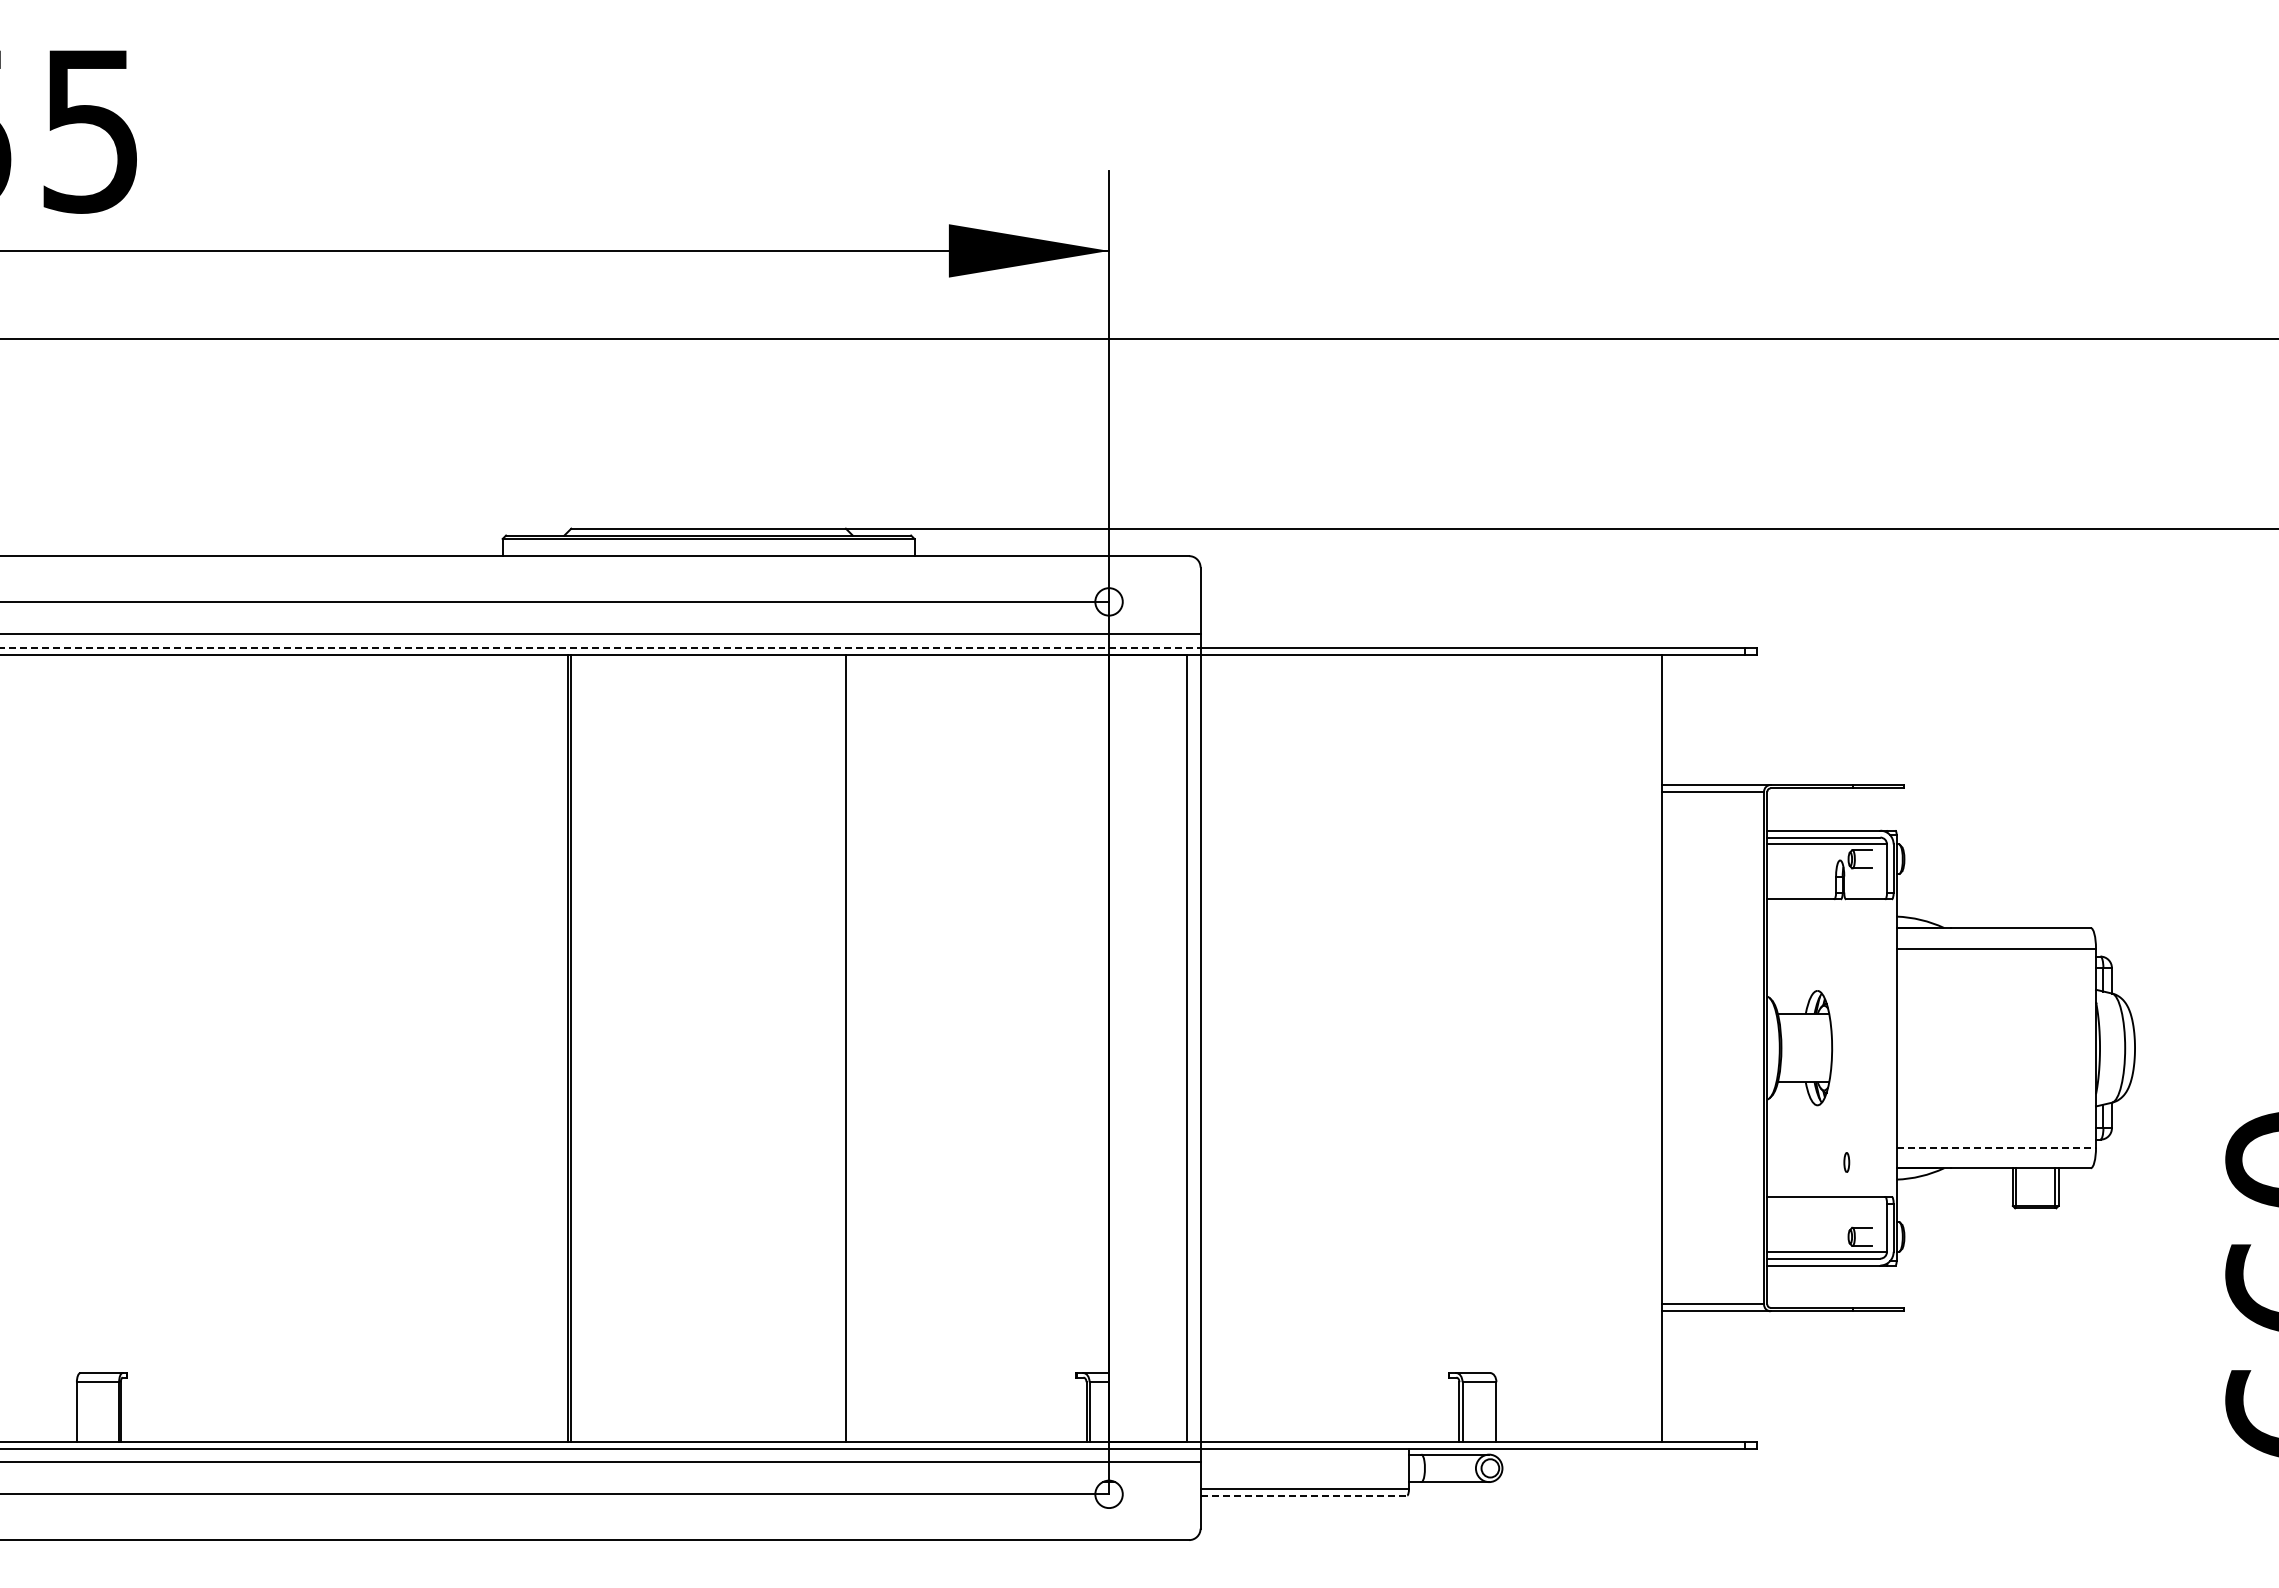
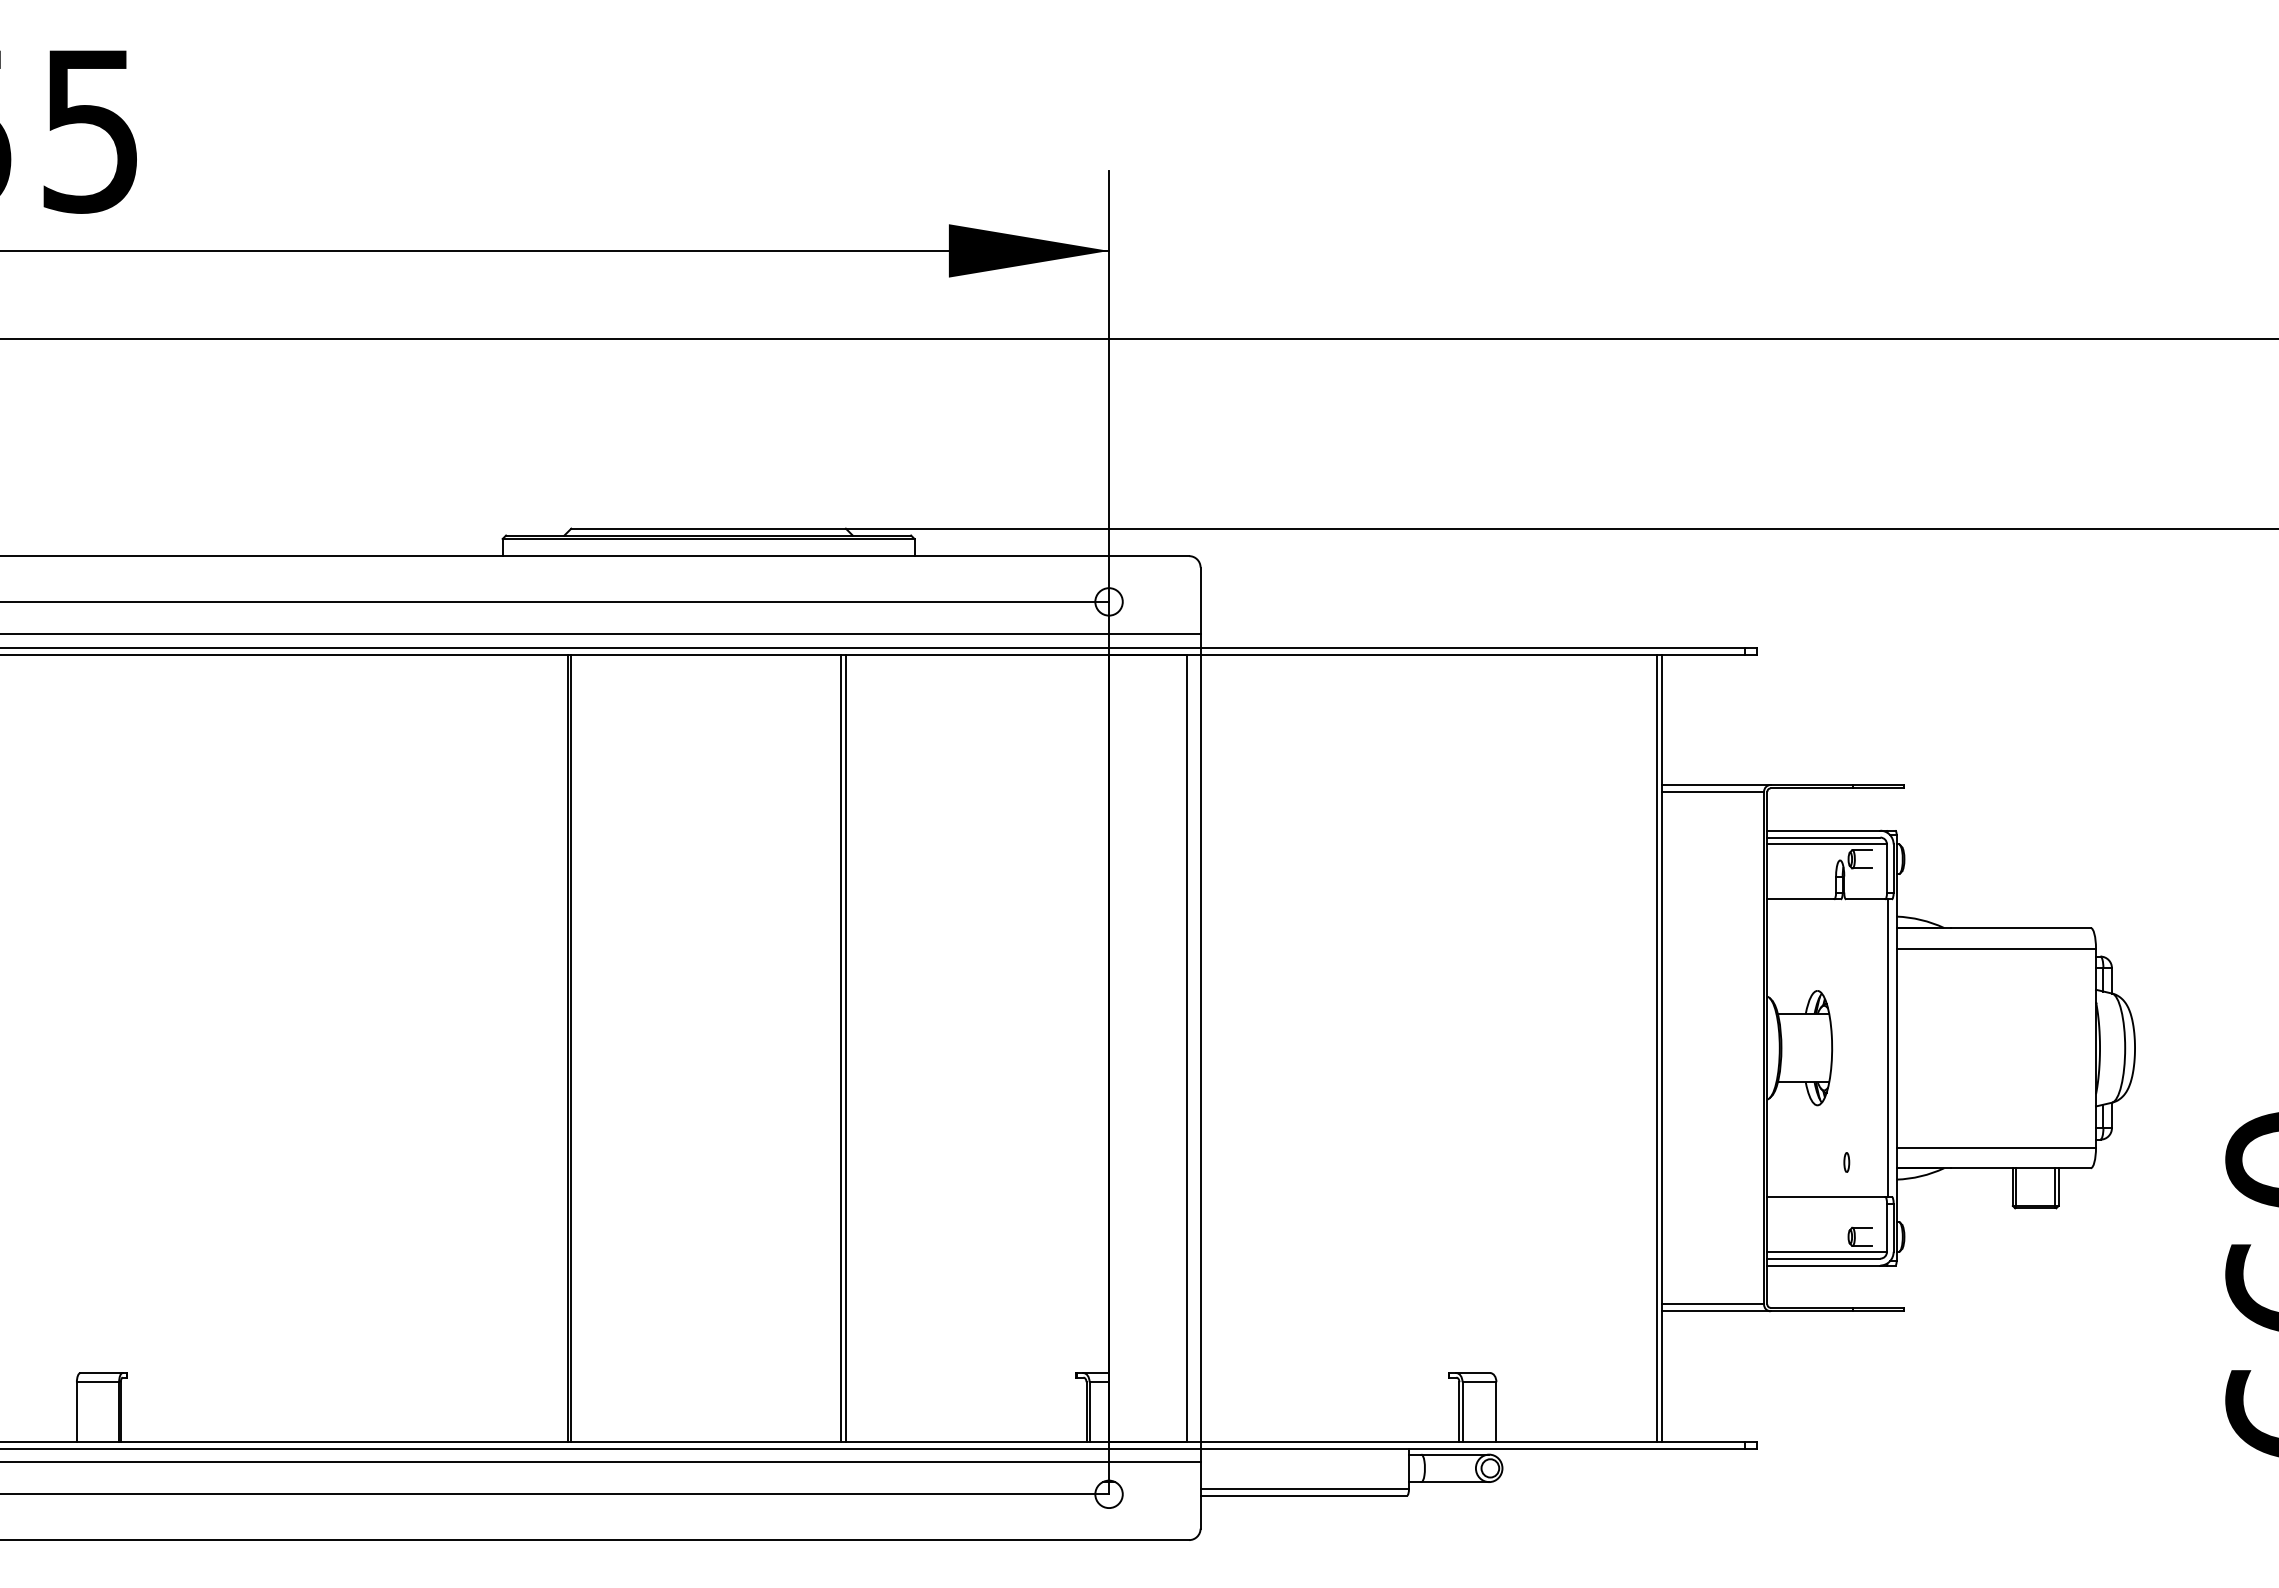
line at (600, 647): dashed -> solid
line at (841, 1047): none -> present
line at (1657, 1047): none -> present
line at (1887, 1047): none -> present
line at (1996, 1147): dashed -> solid
line at (1304, 1495): dashed -> solid
